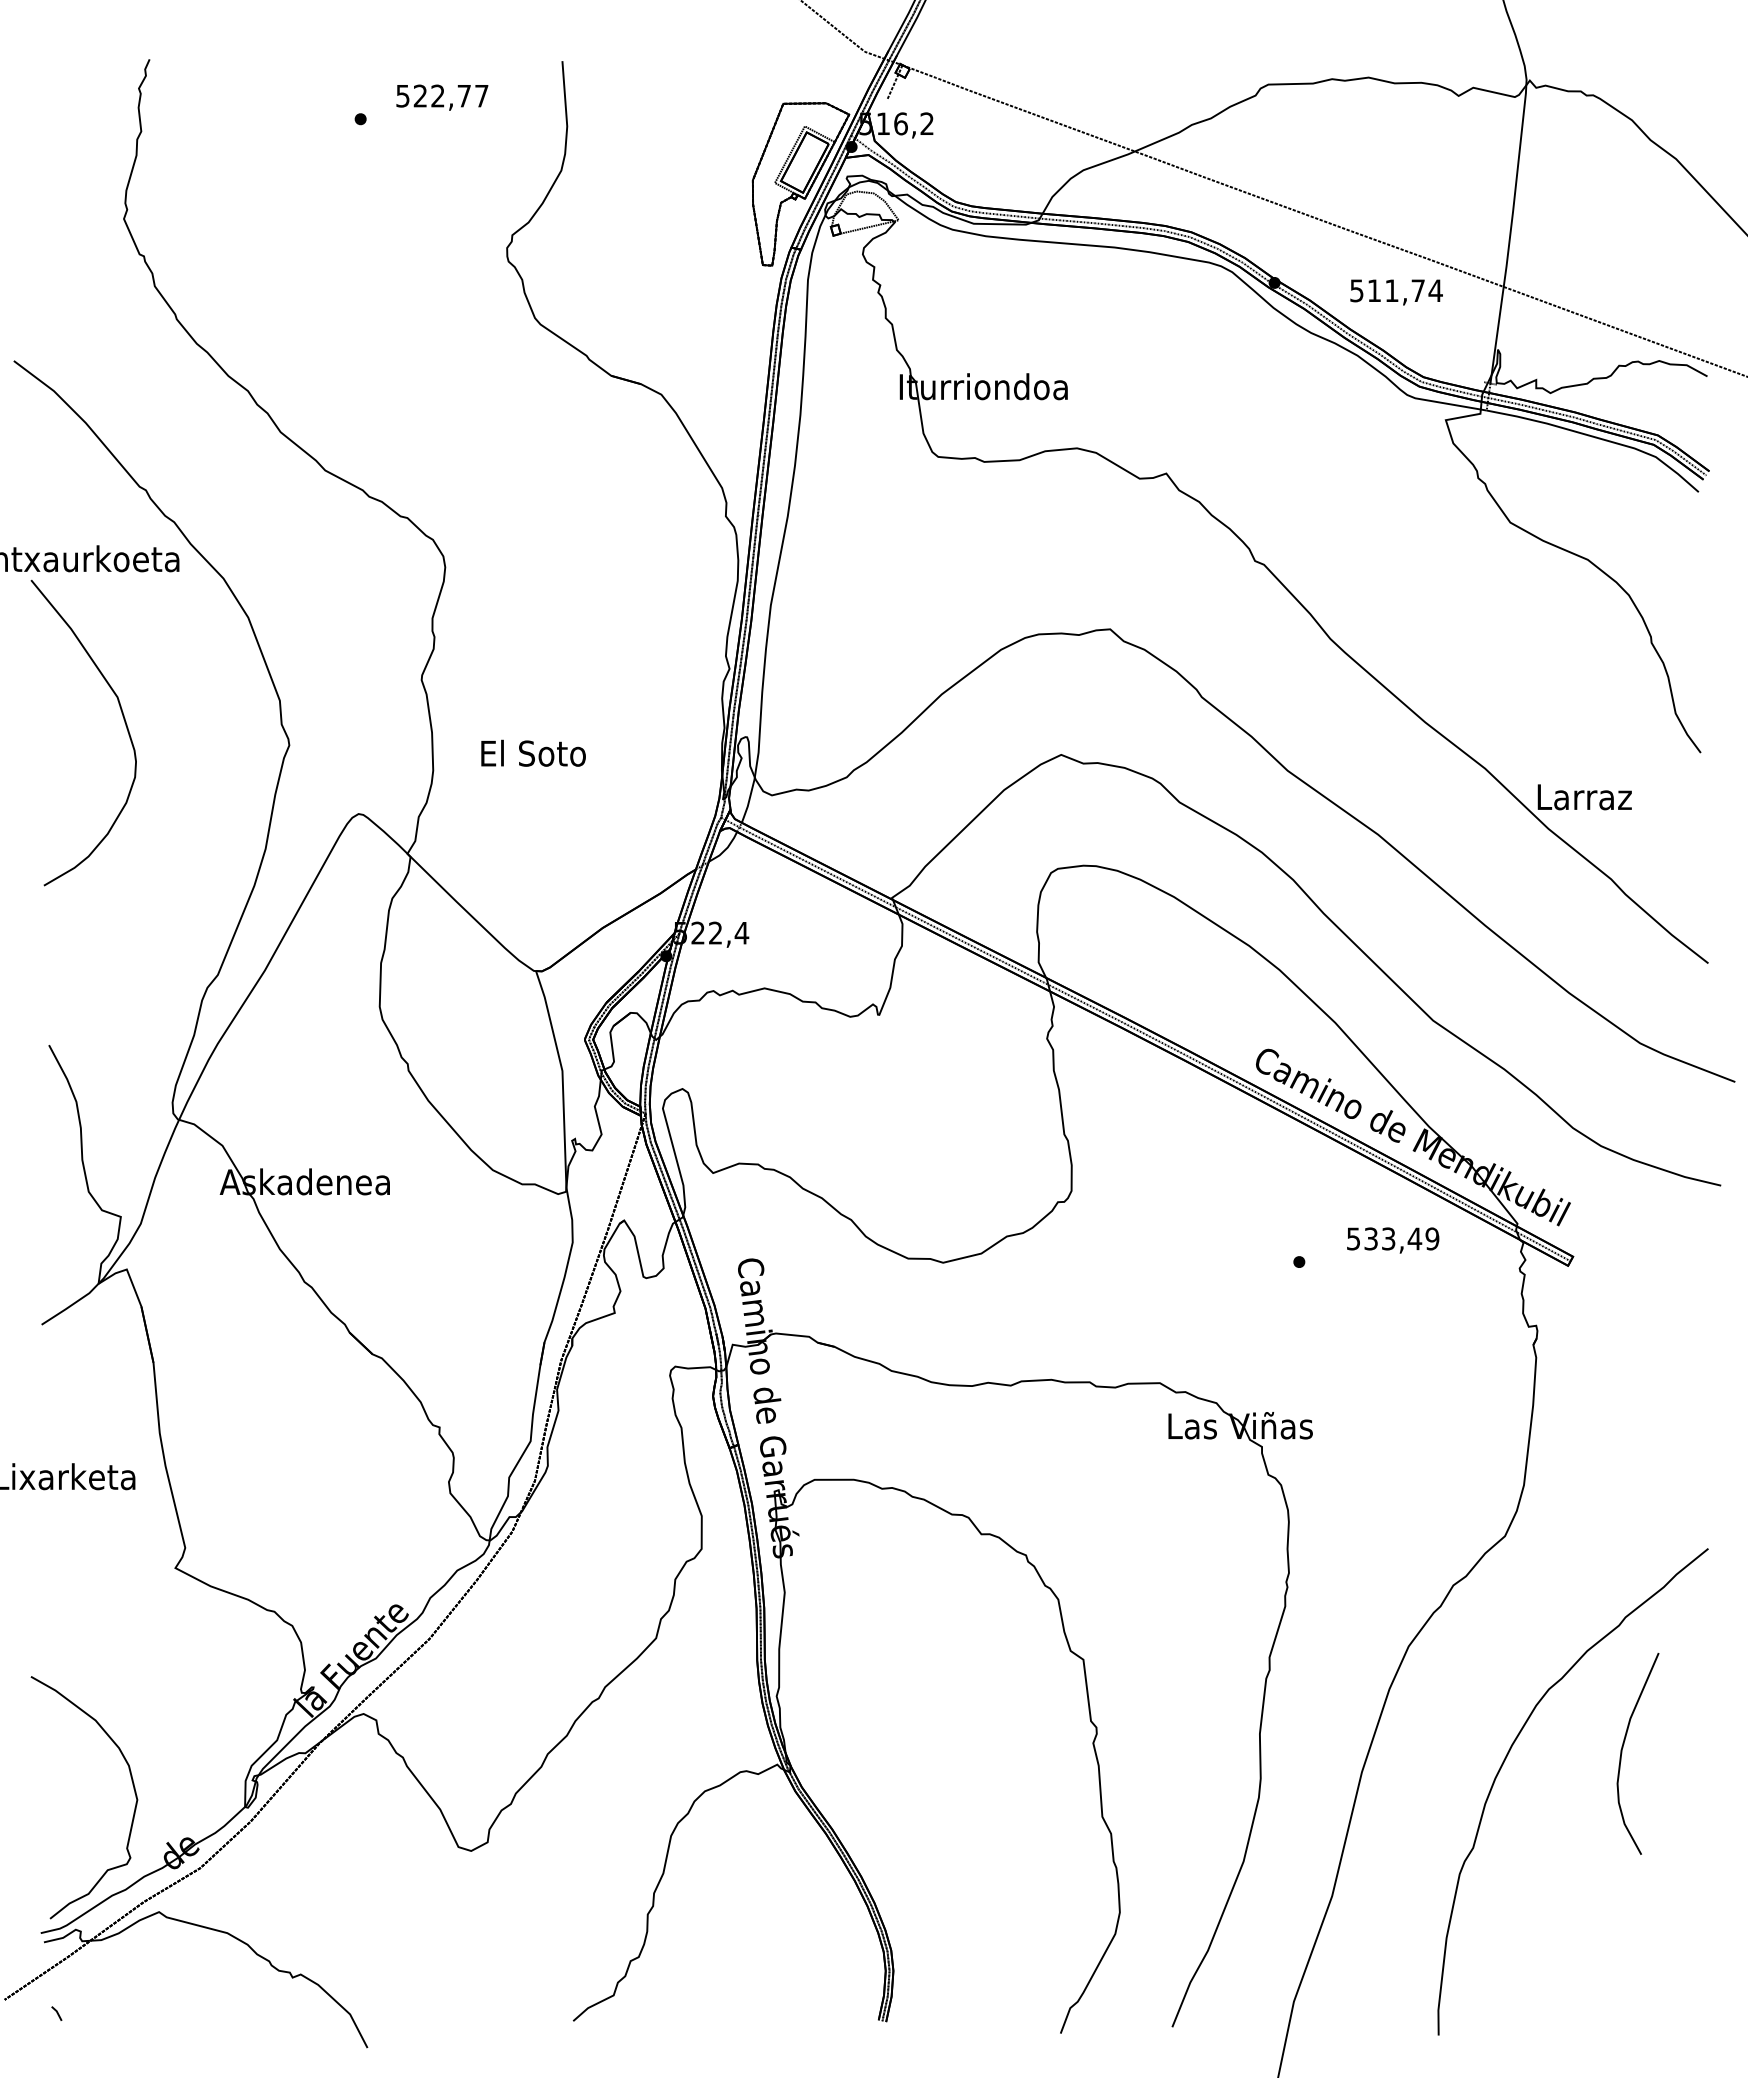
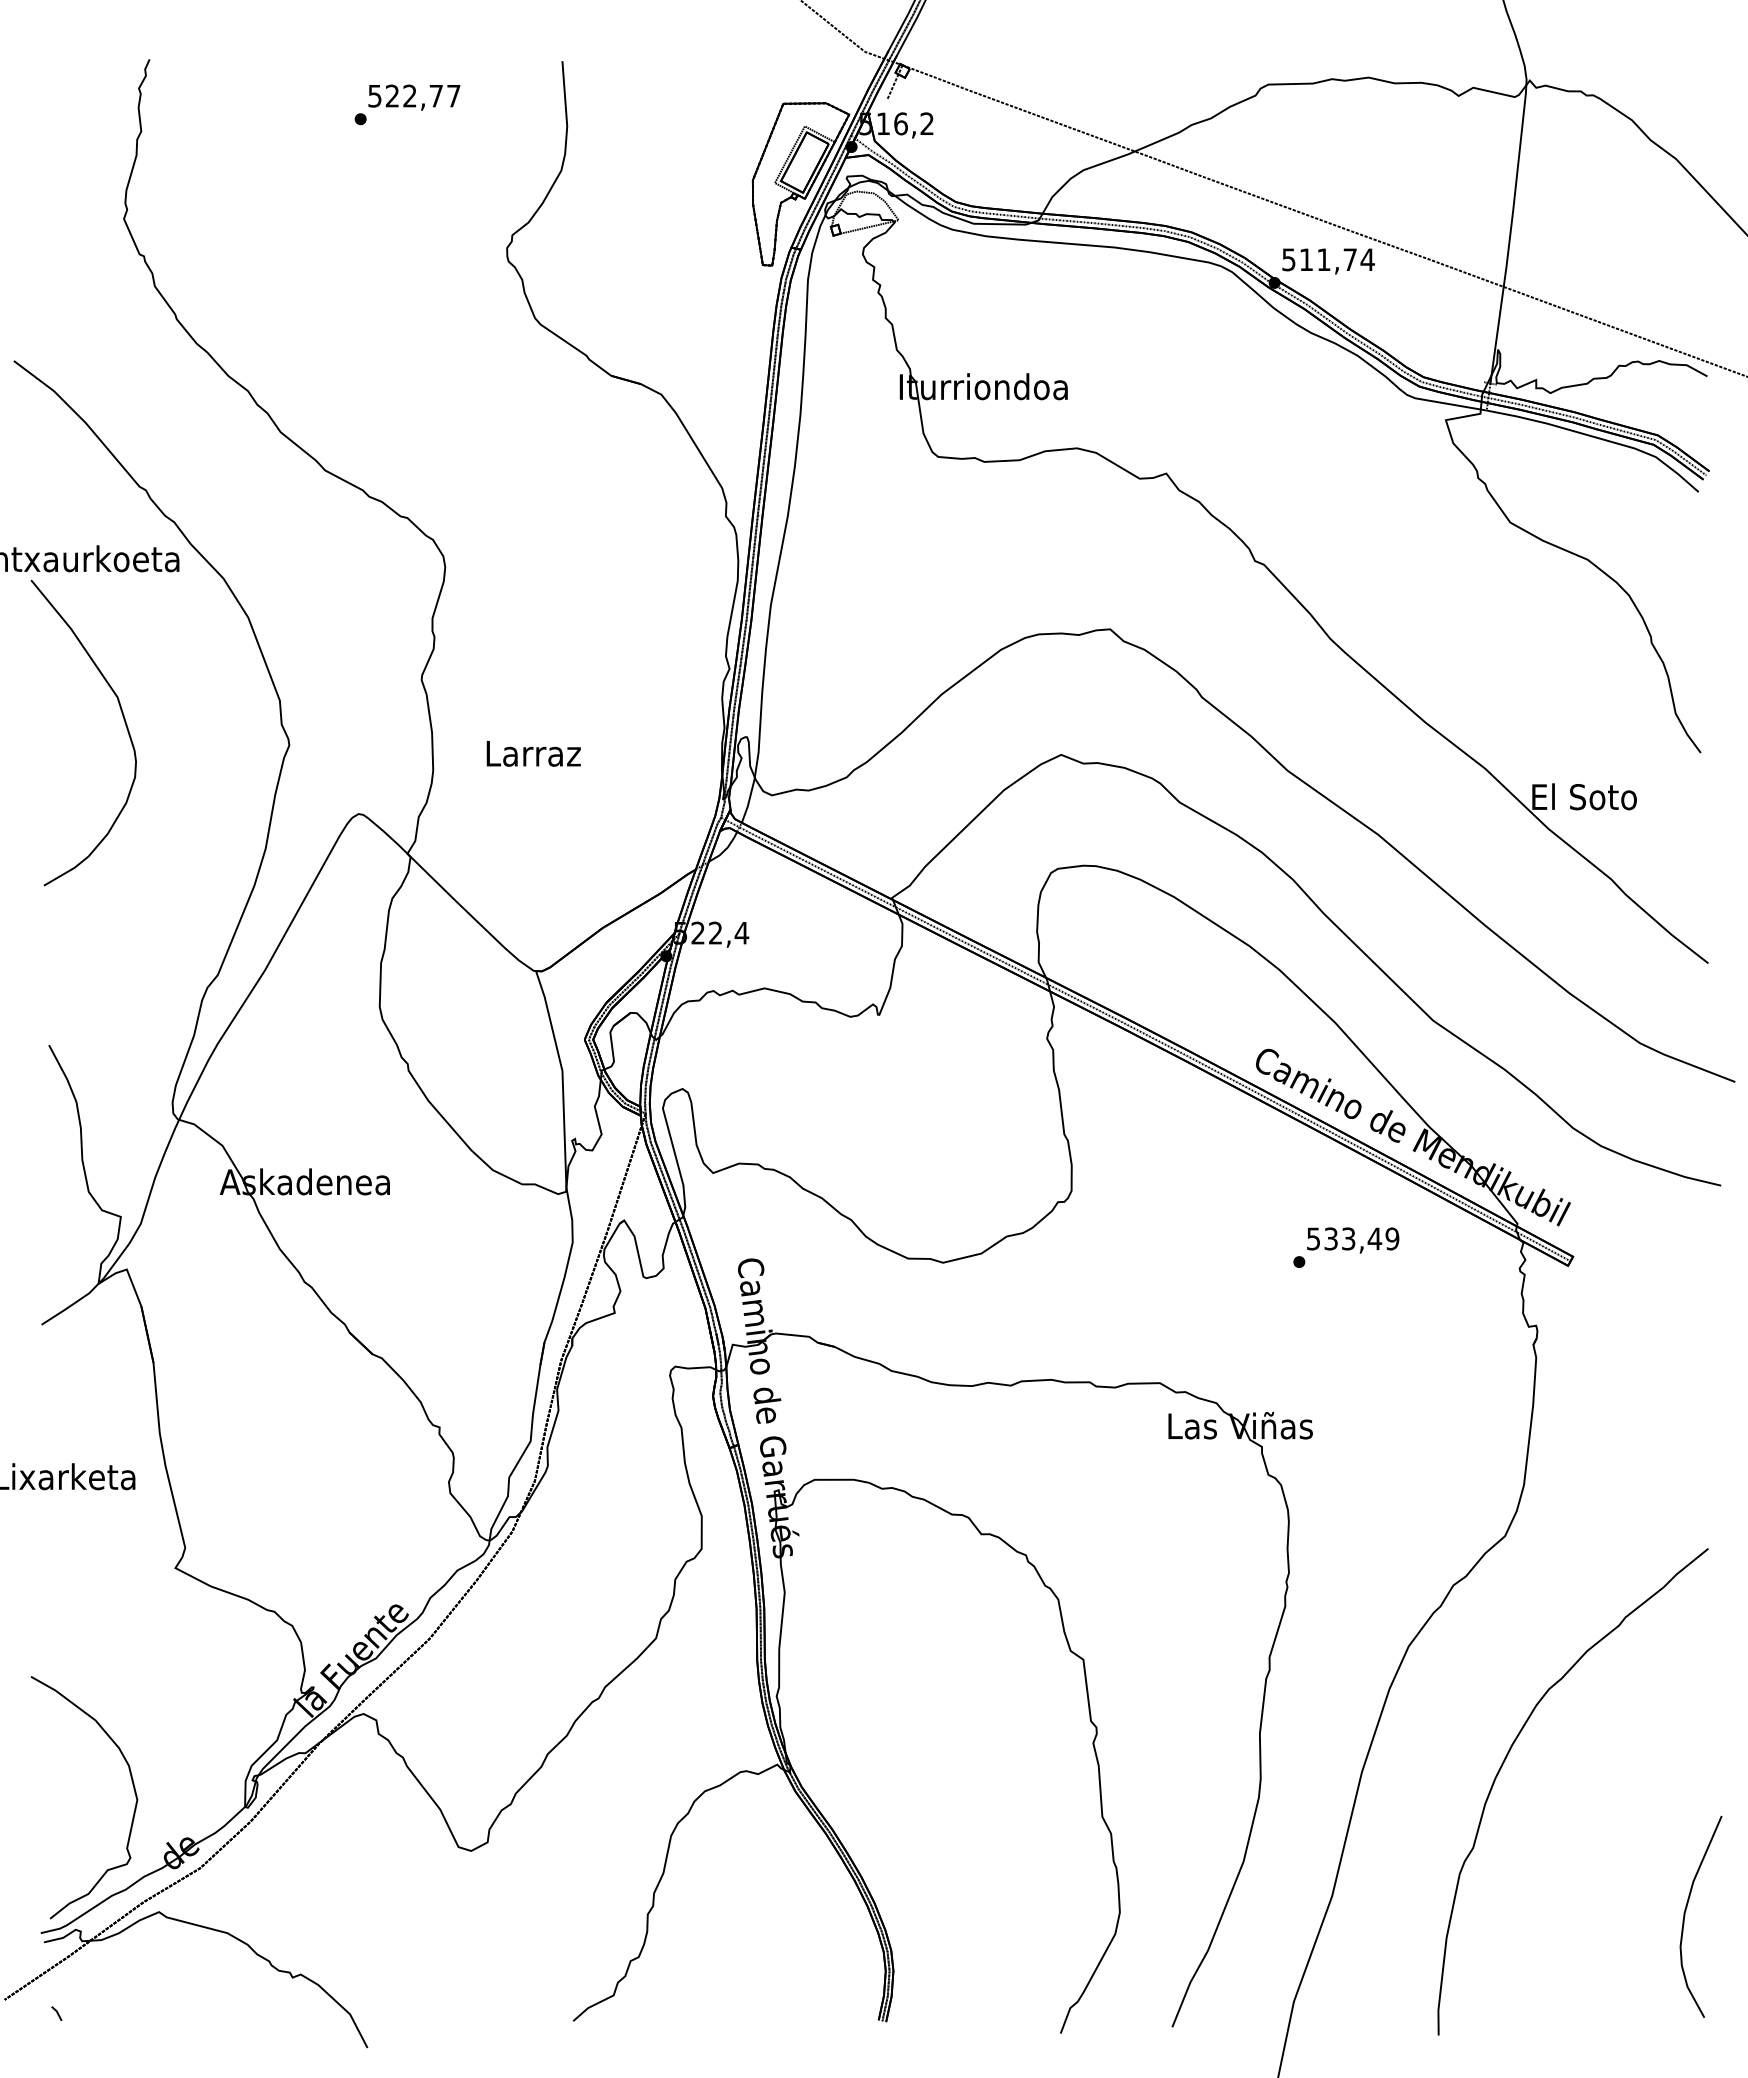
text at (442, 97) position: (442, 97) -> (414, 97)
text at (1396, 292) position: (1396, 292) -> (1328, 261)
text at (533, 752): El Soto -> Larraz
text at (1584, 796): Larraz -> El Soto
text at (1393, 1240) position: (1393, 1240) -> (1353, 1240)
part at (1622, 1753) position: (1622, 1753) -> (1685, 1916)
